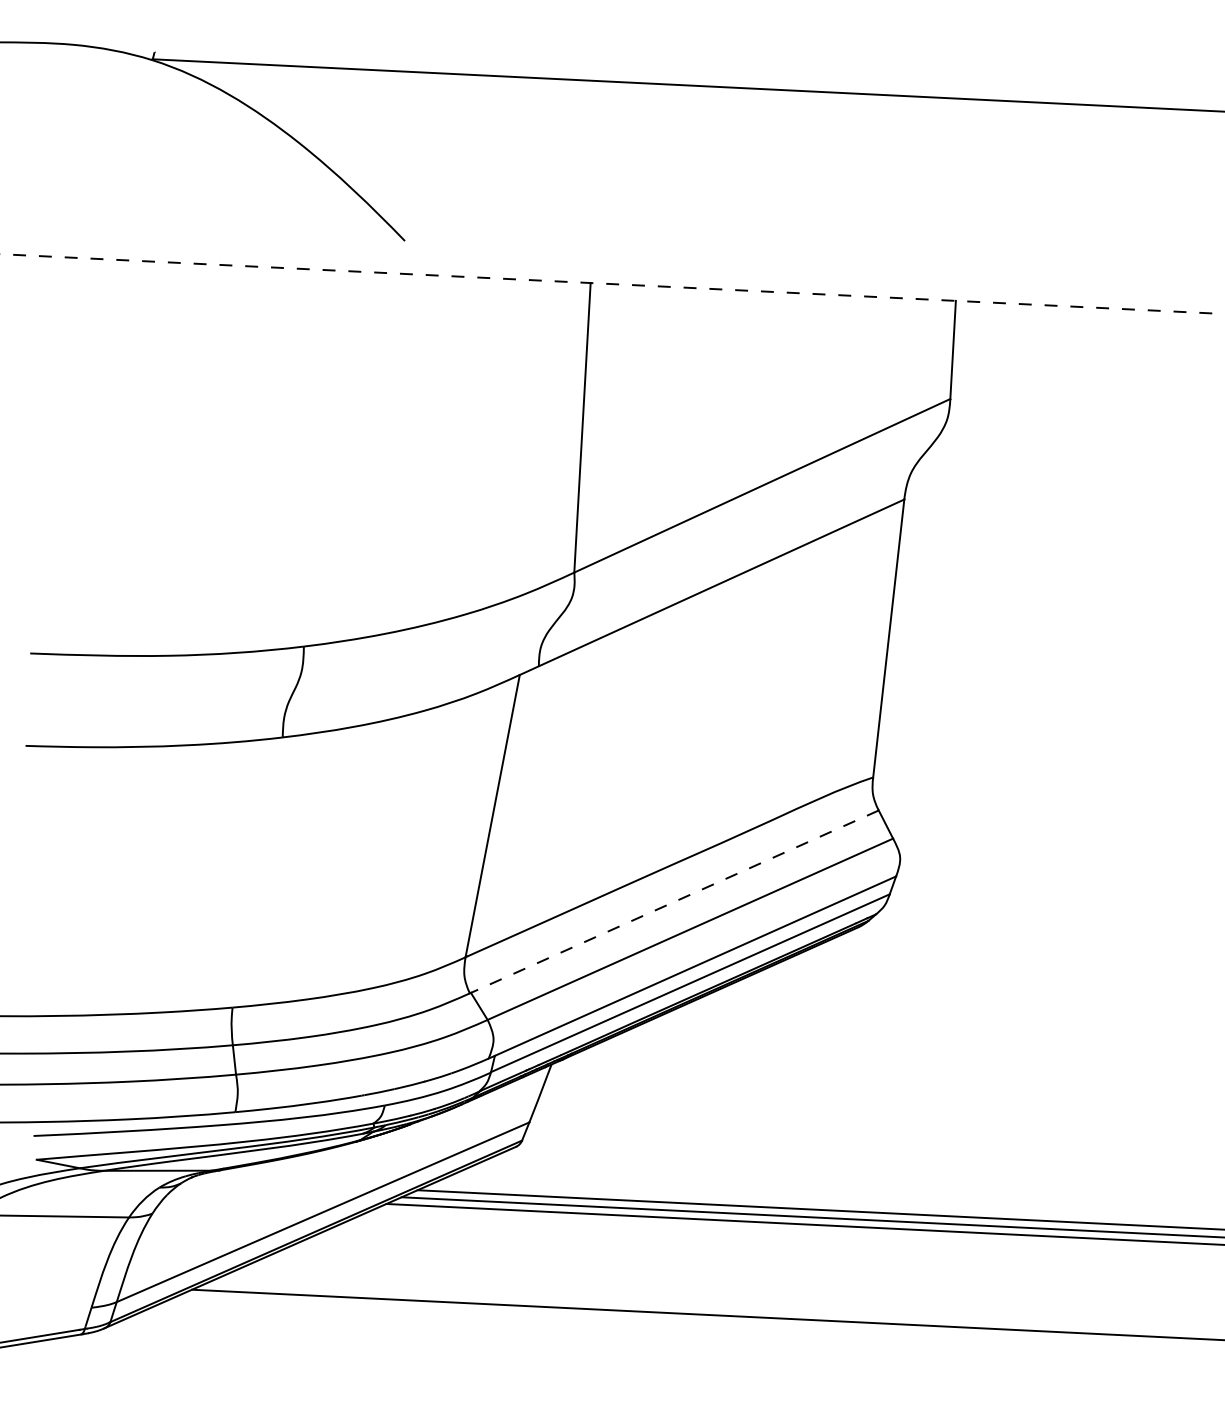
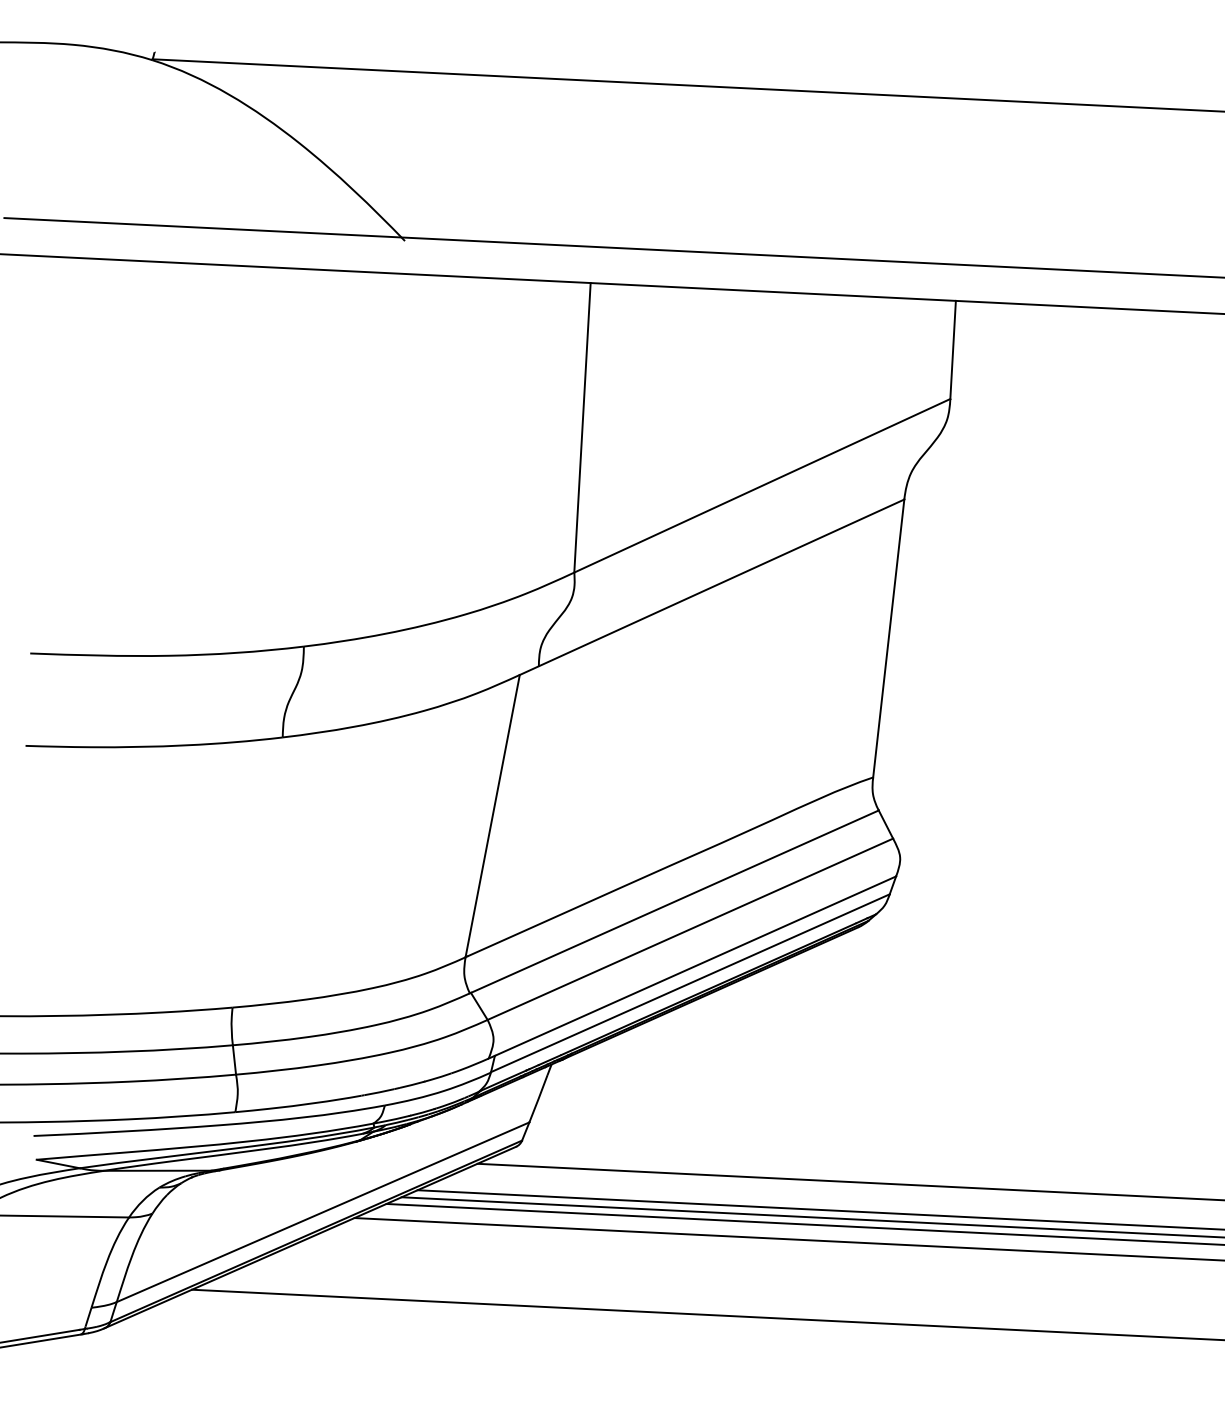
line at (612, 247): none -> present
line at (612, 284): dashed -> solid
line at (674, 901): dashed -> solid
line at (849, 1181): none -> present
line at (787, 1239): none -> present
